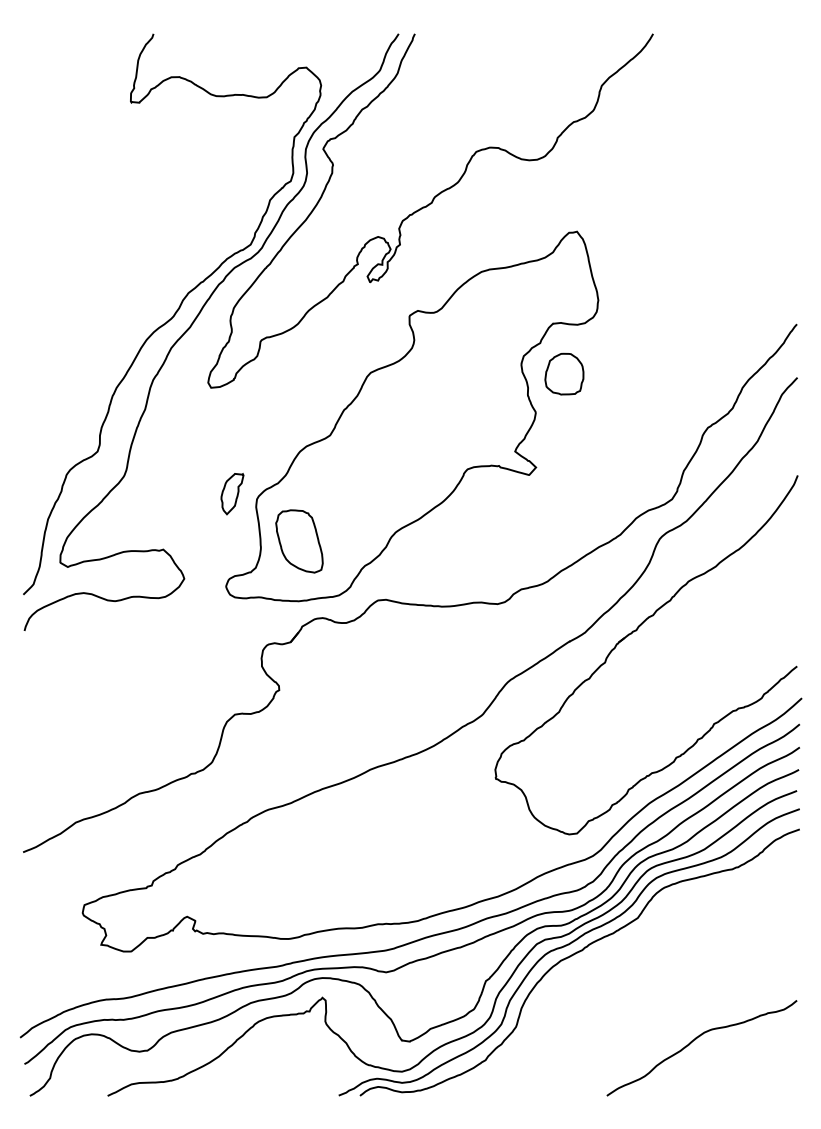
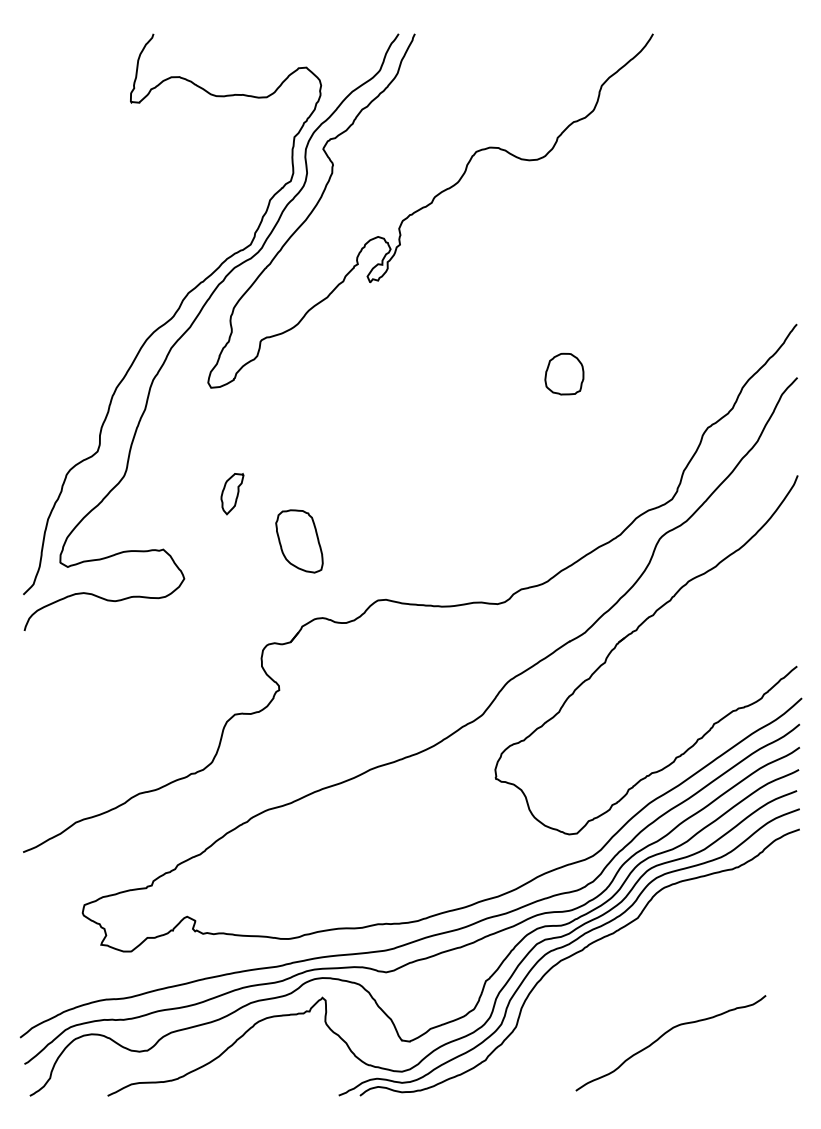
part at (412, 416): present -> none
curve at (695, 1040) position: (695, 1040) -> (664, 1035)
